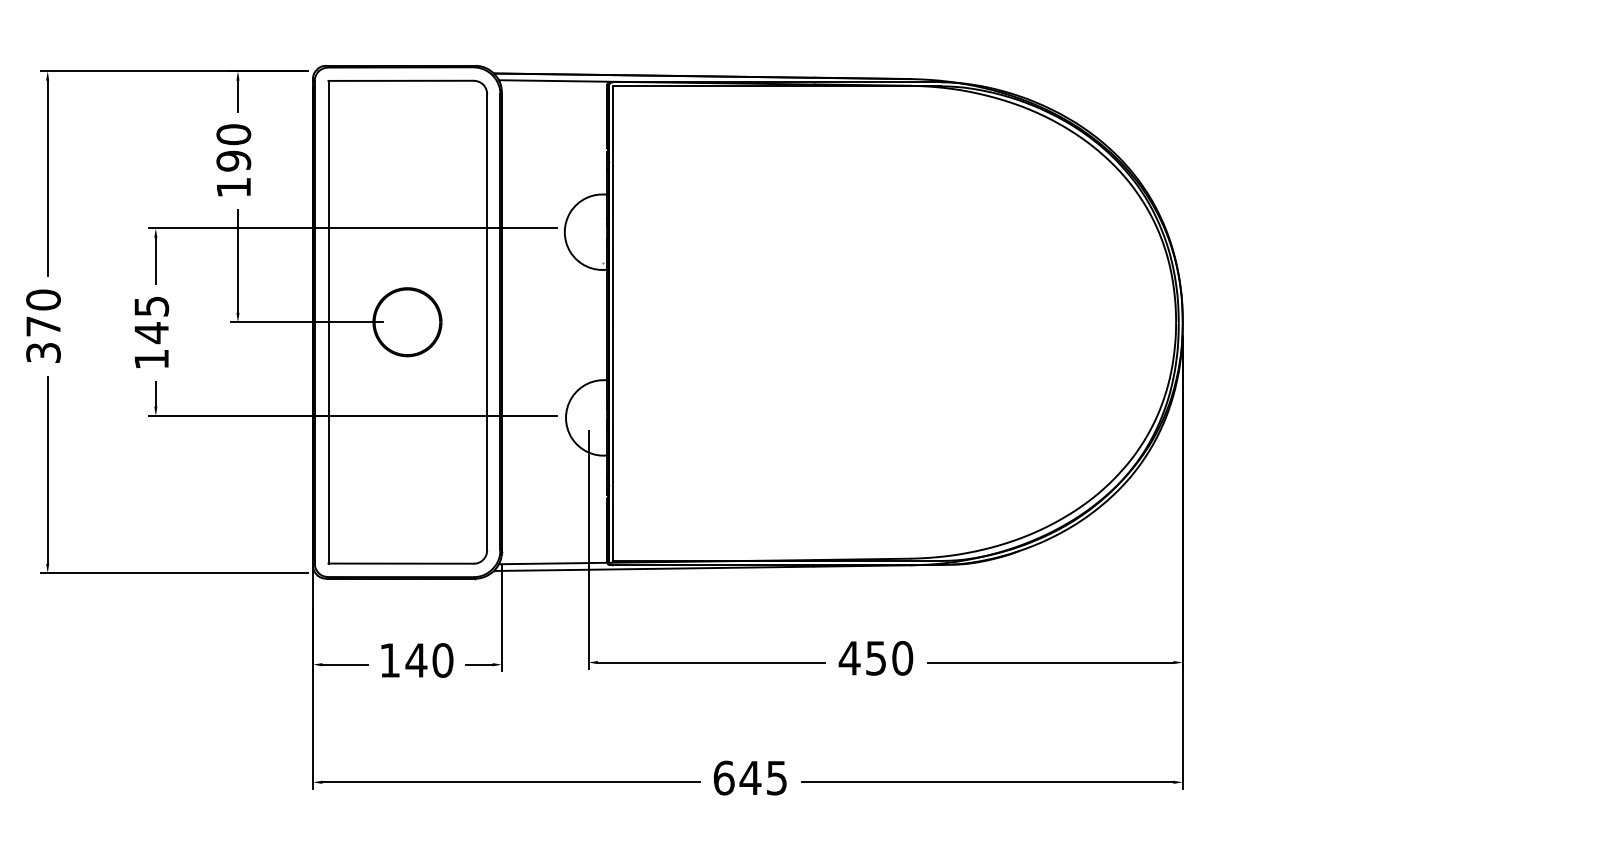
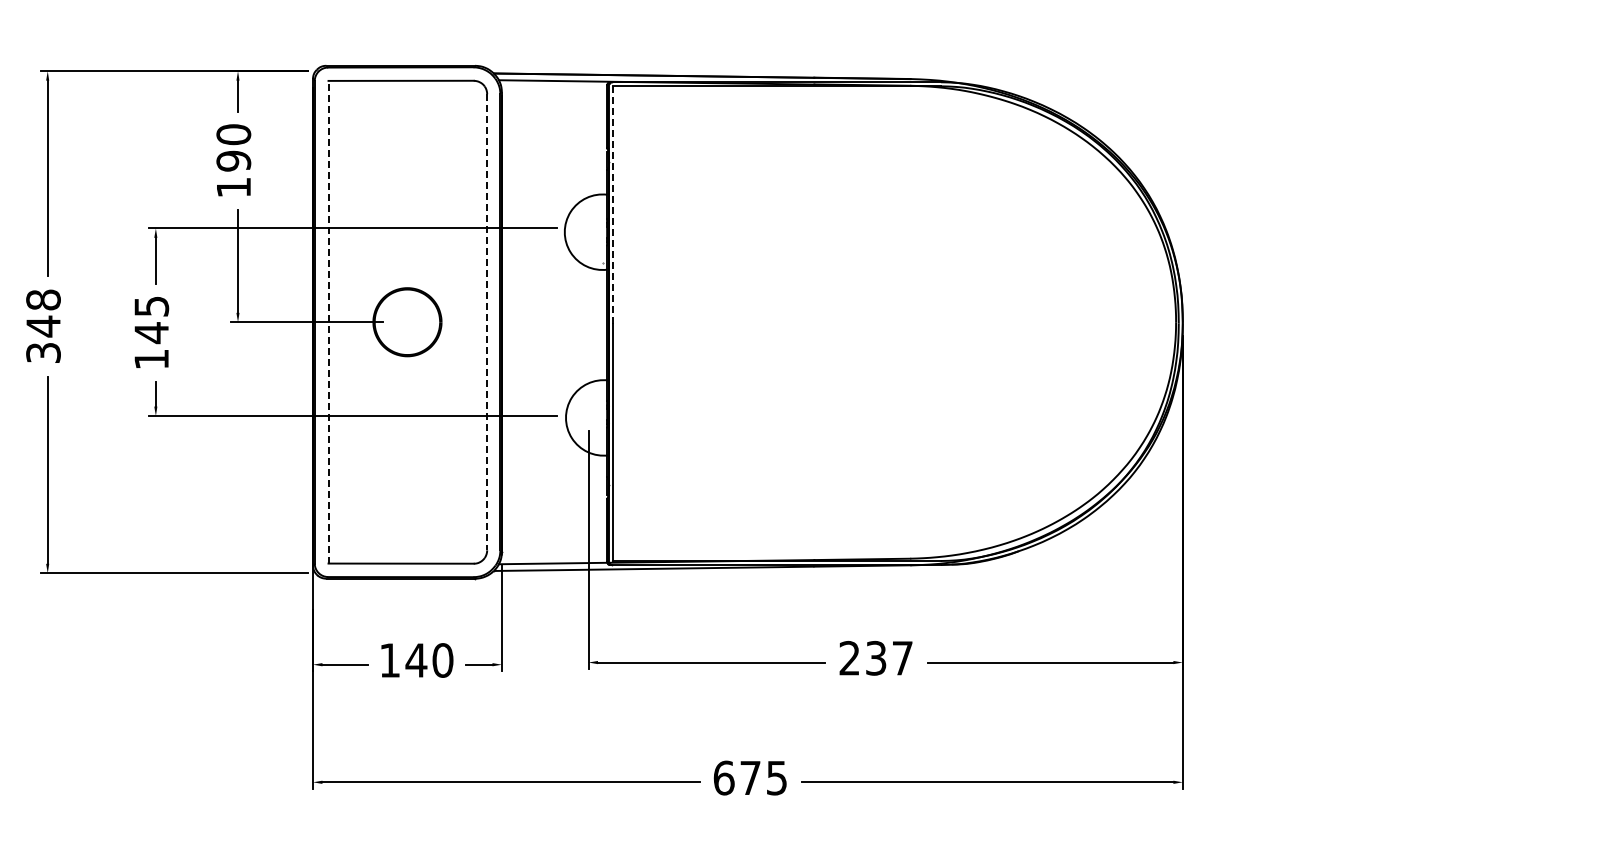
line at (613, 204): solid -> dashed
text at (43, 313): 370 -> 348
line at (328, 321): solid -> dashed
line at (487, 322): solid -> dashed
text at (875, 657): 450 -> 237
text at (750, 777): 645 -> 675
